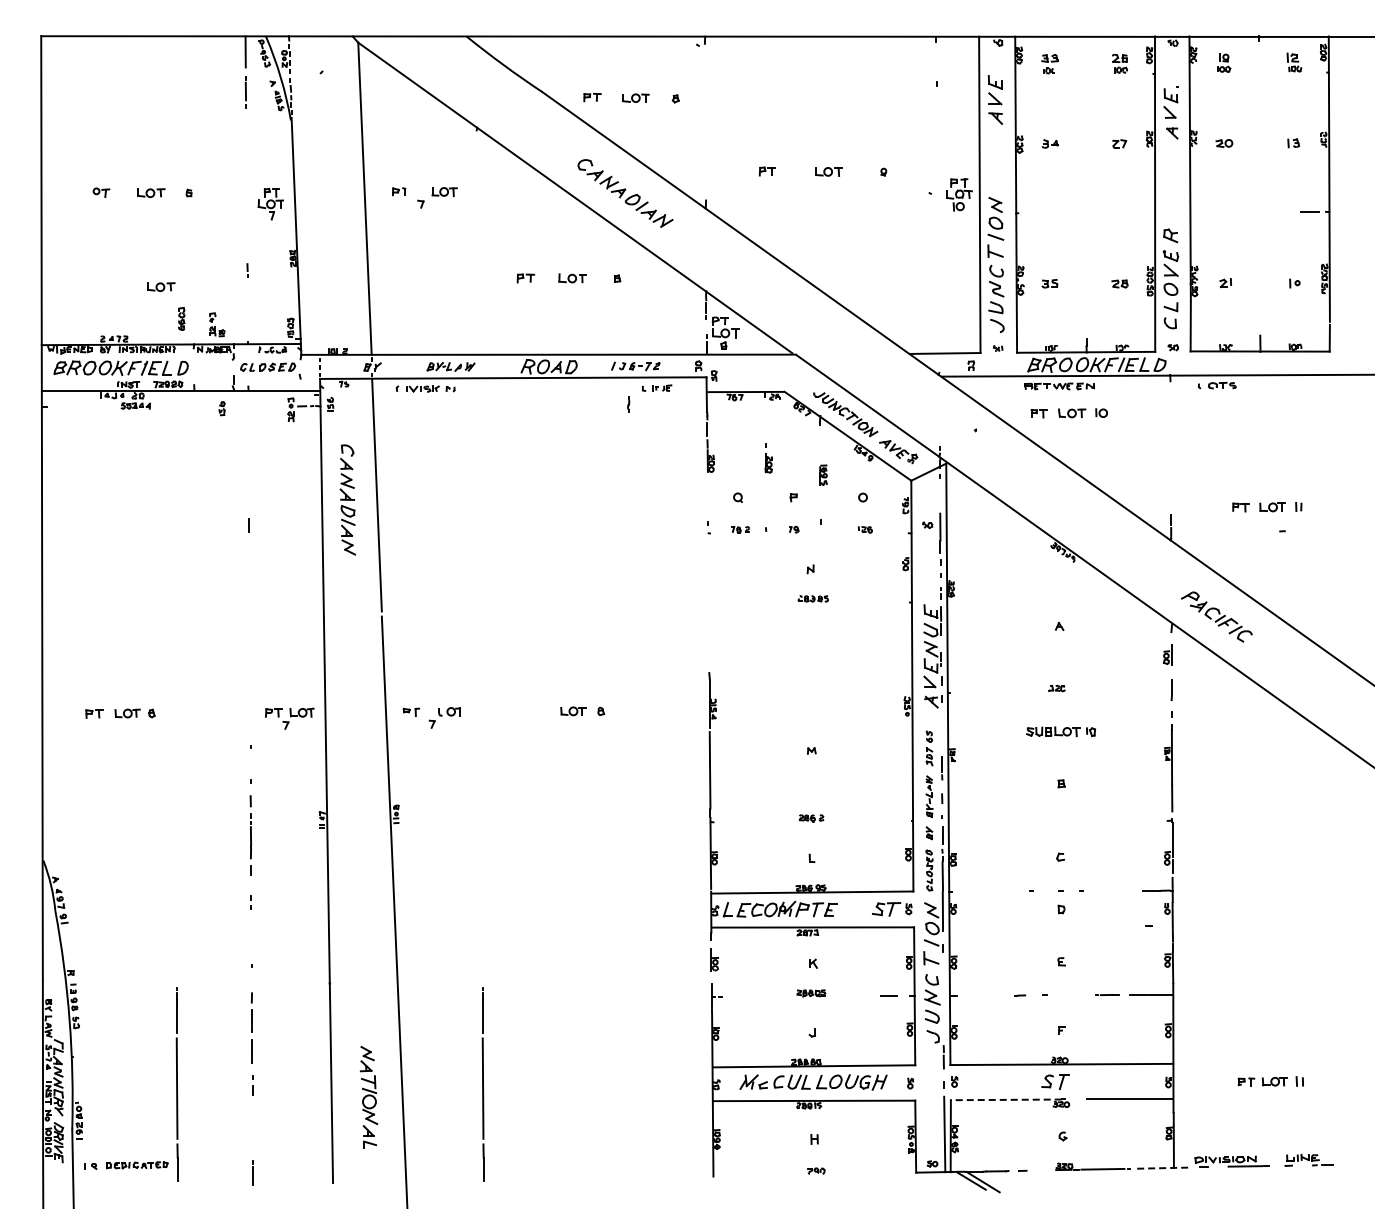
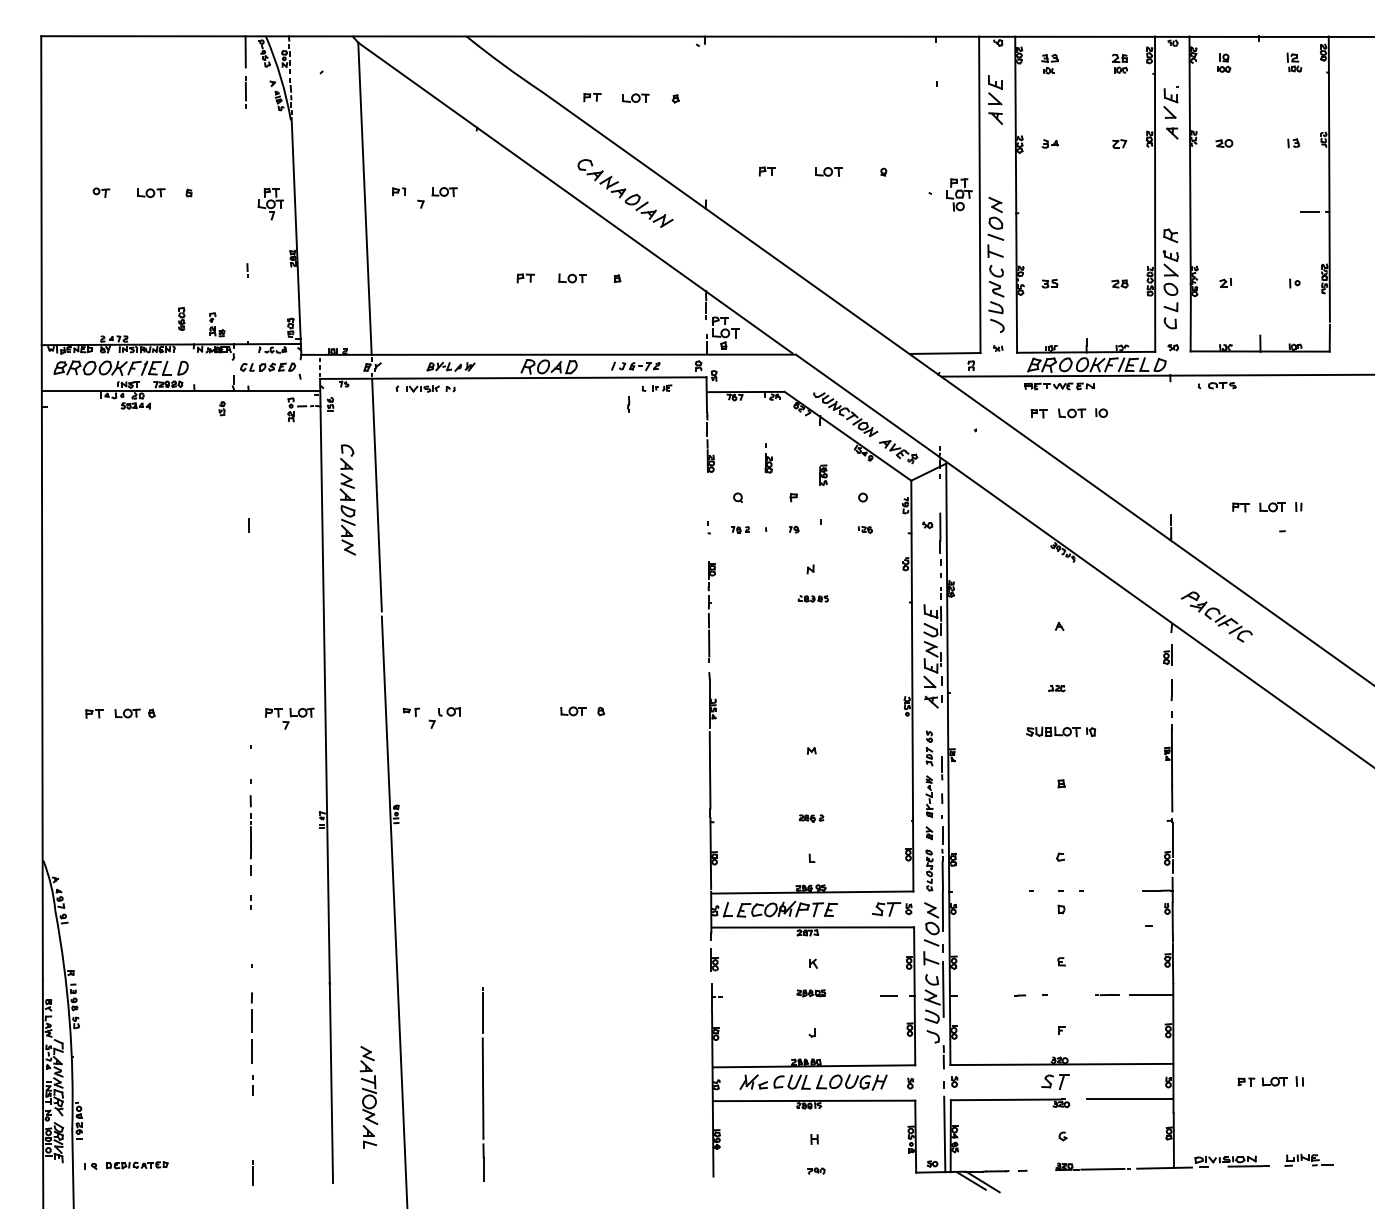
part at (161, 287): present -> none
part at (711, 611): none -> present
line at (943, 989): none -> present
line at (176, 1084): present -> none
line at (1005, 1099): dashed -> solid
line at (1165, 1168): dashed -> solid
